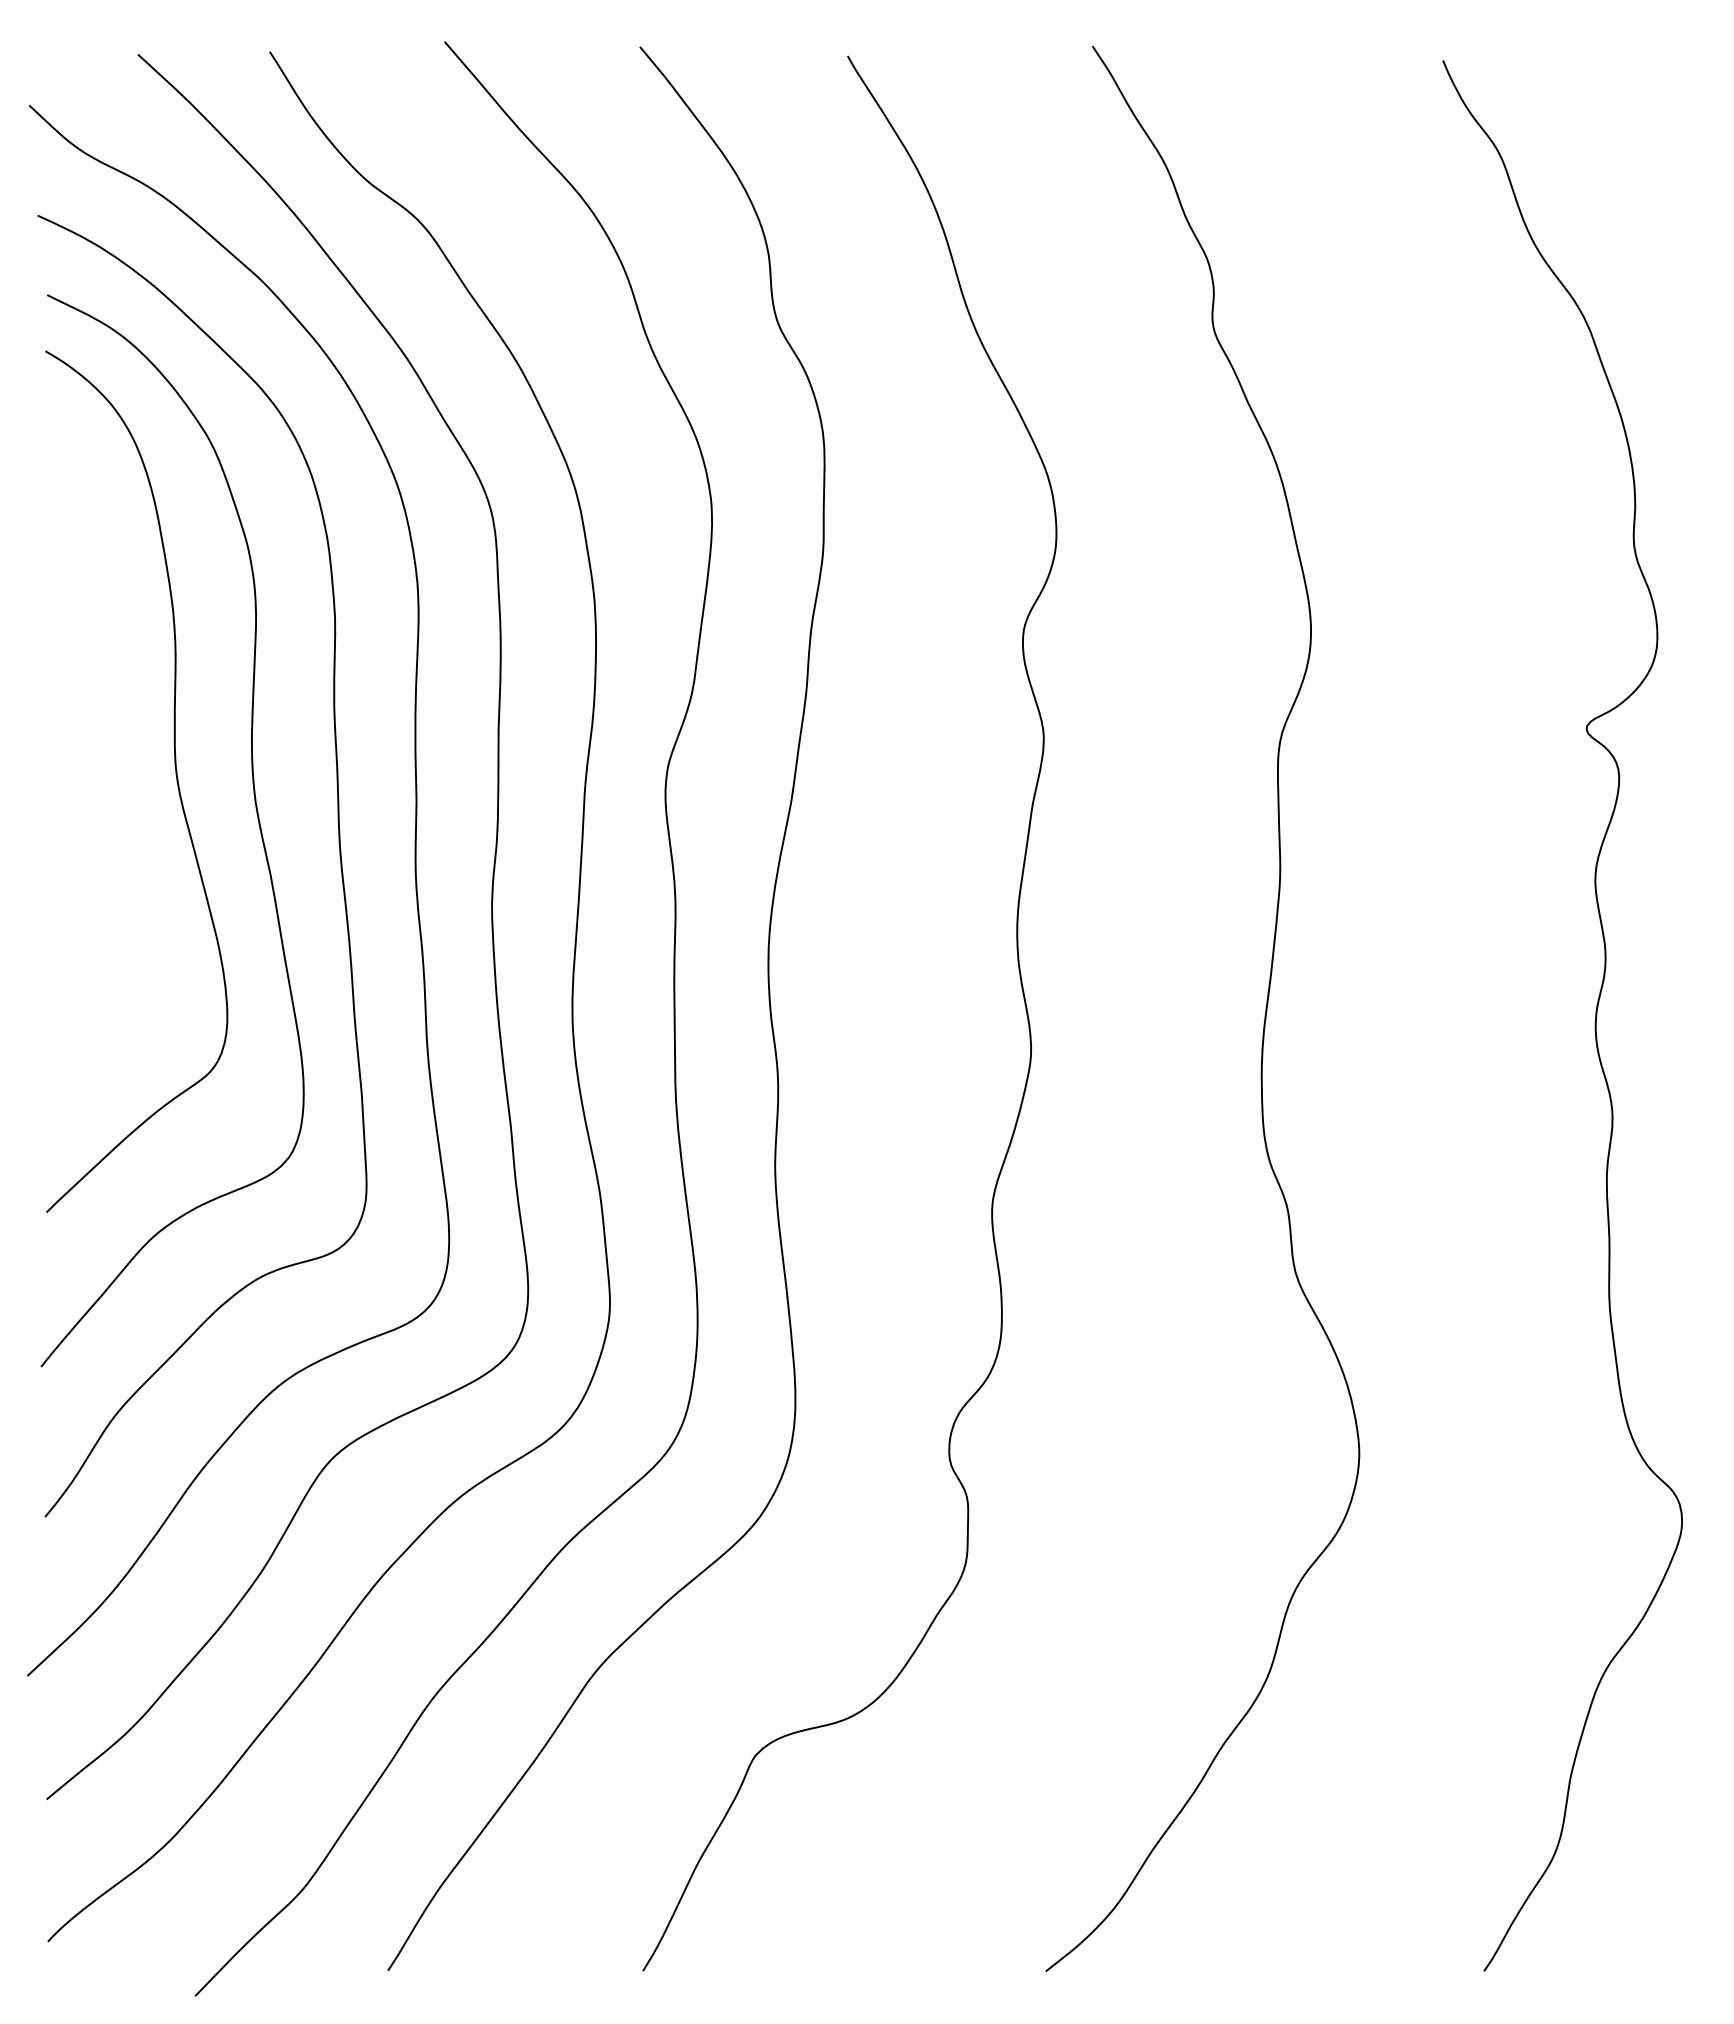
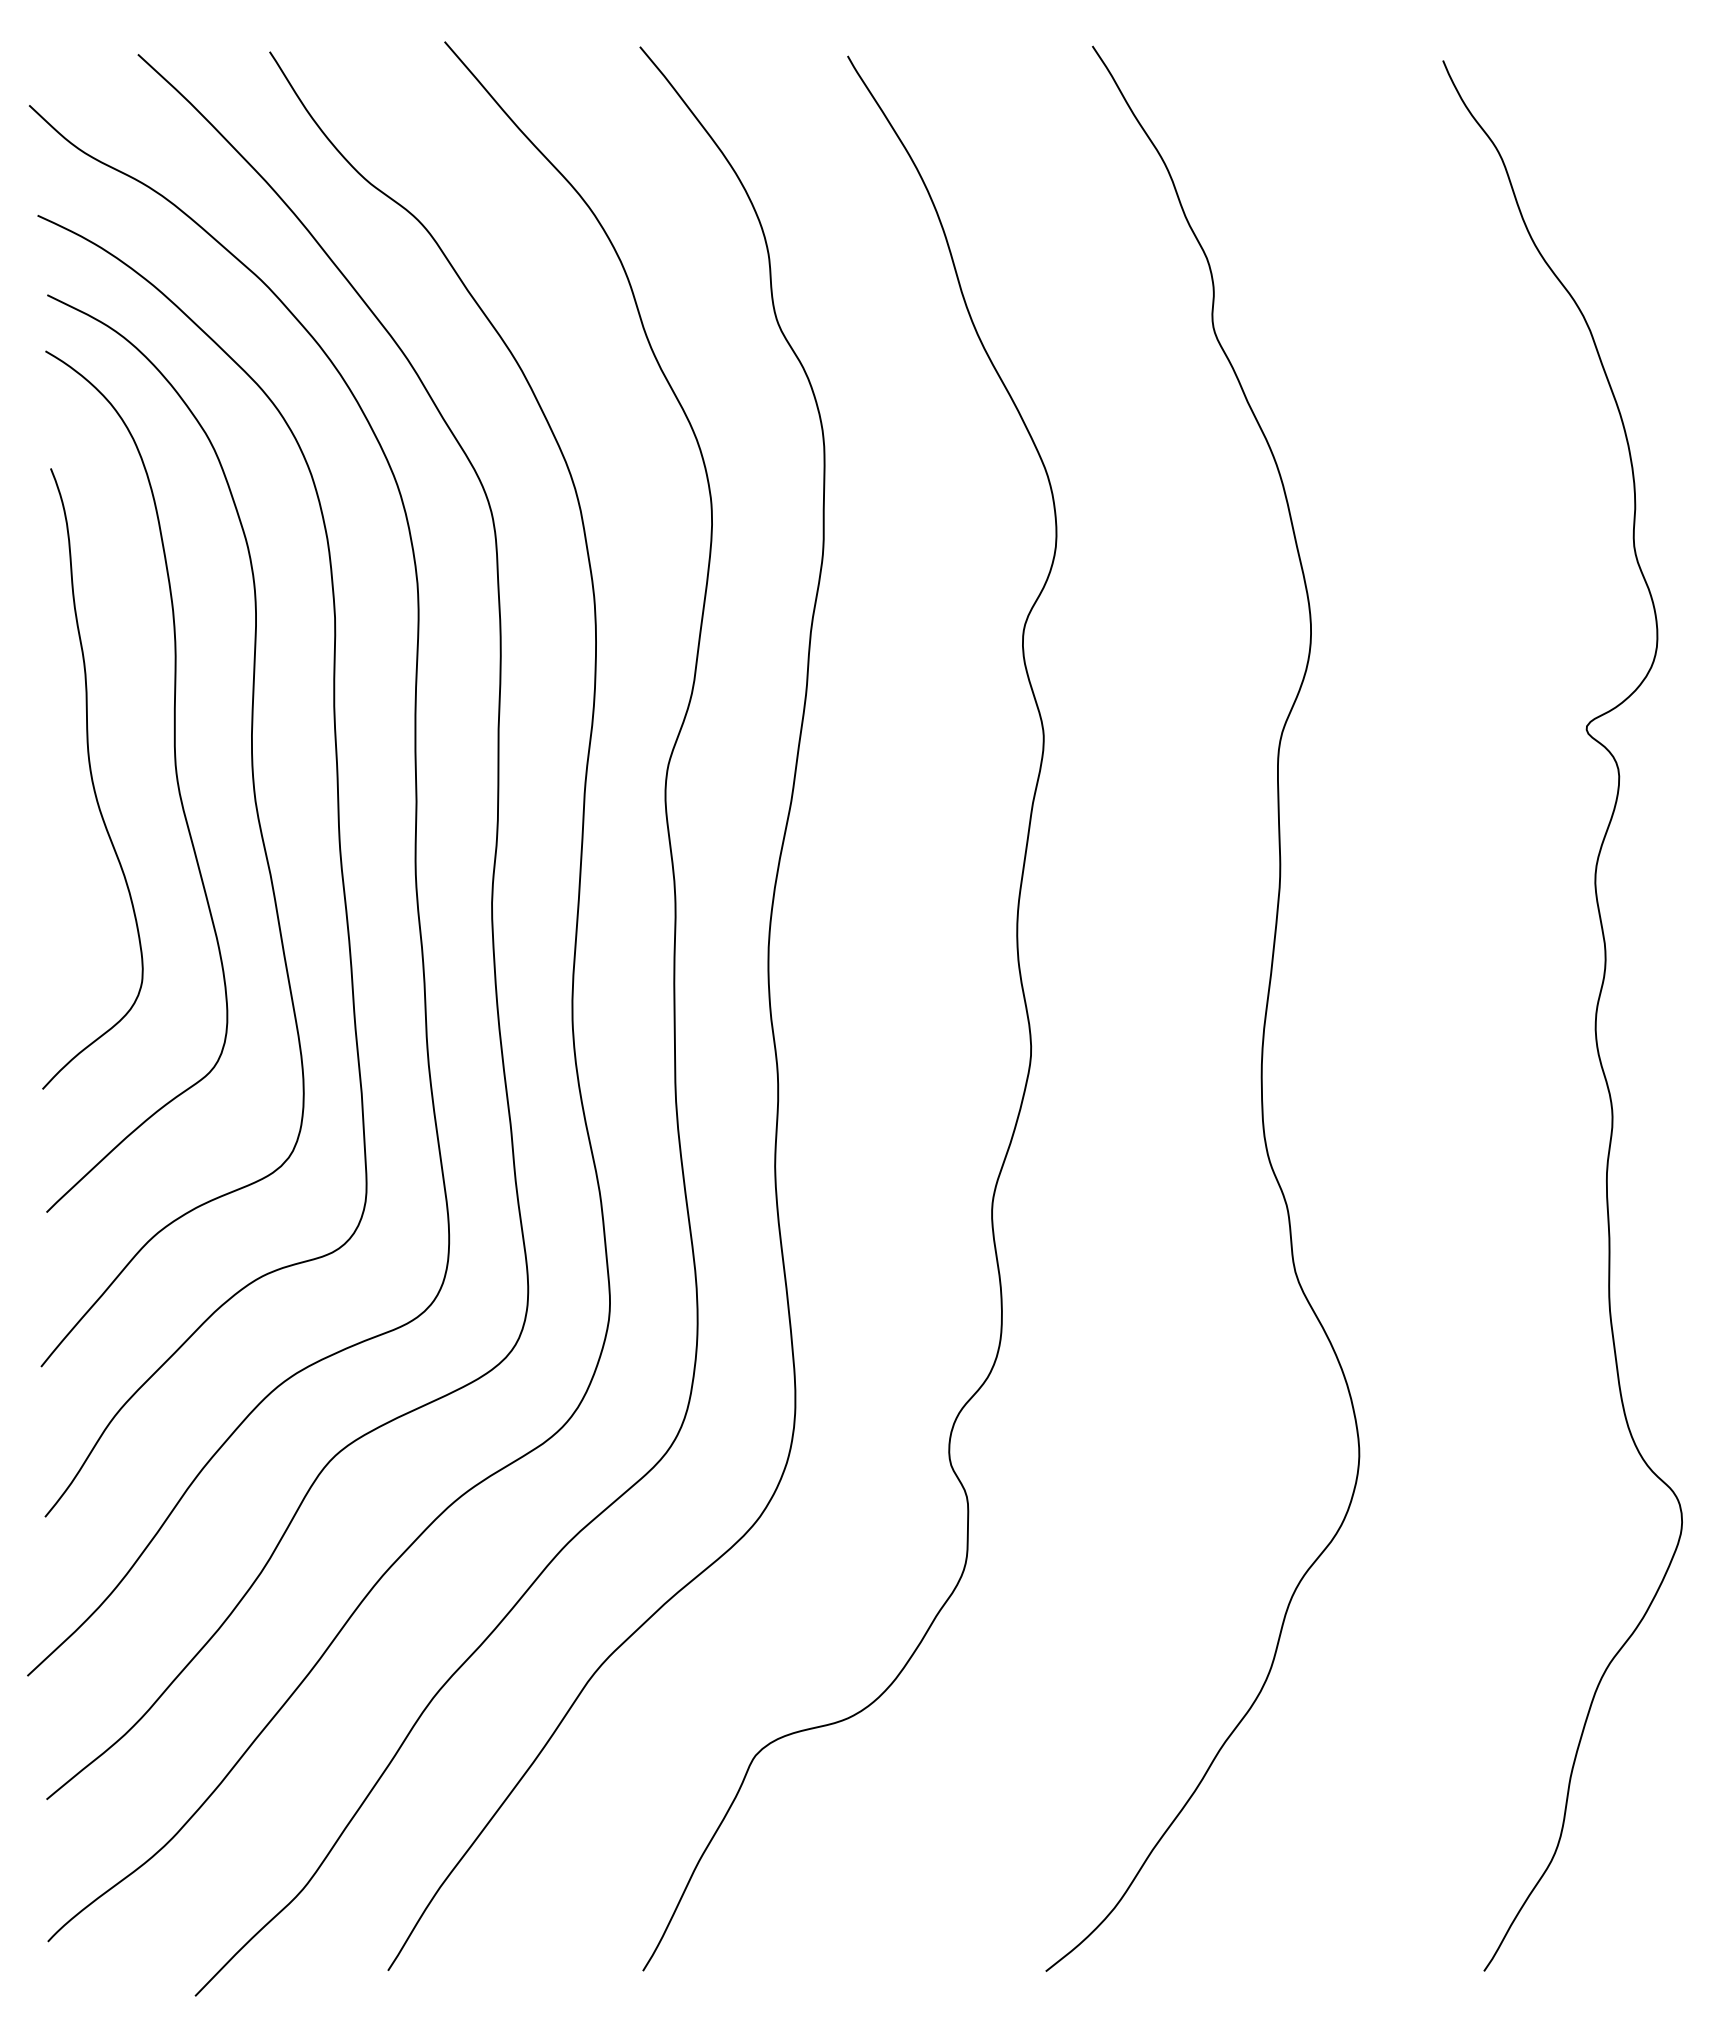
curve at (92, 778): none -> present
